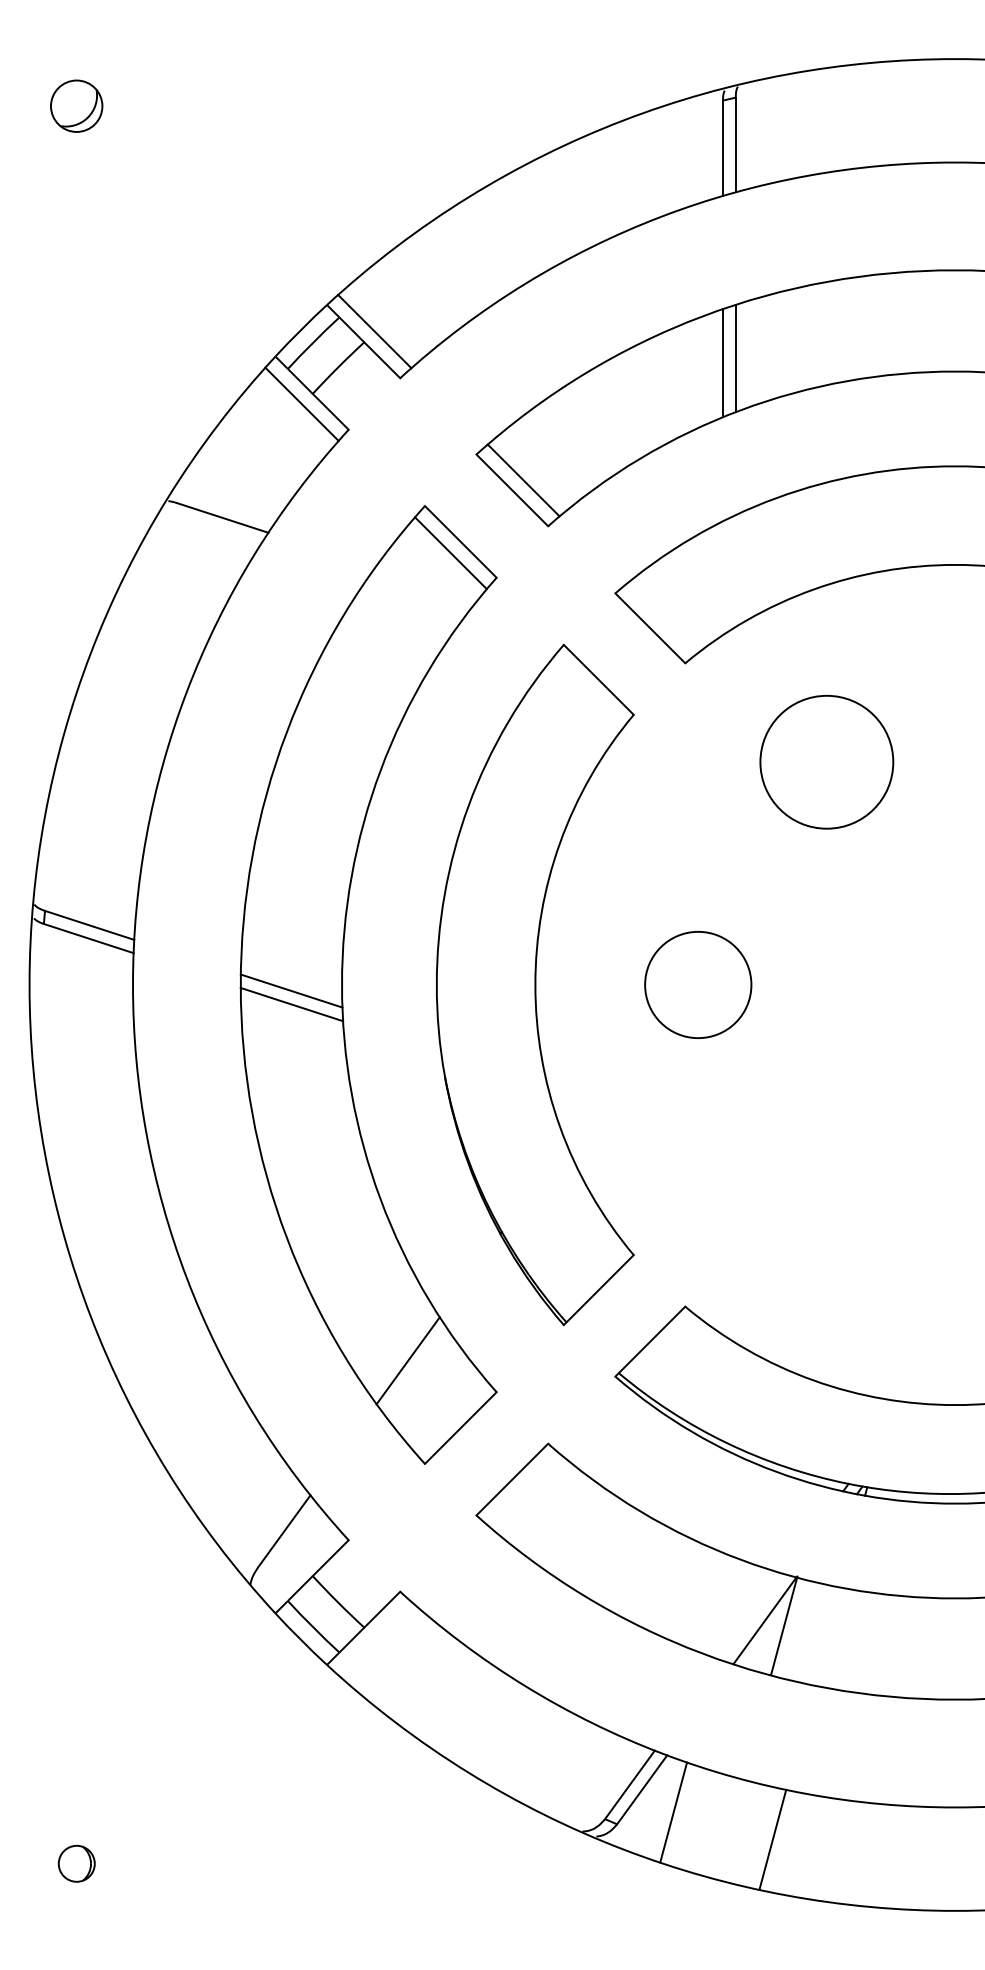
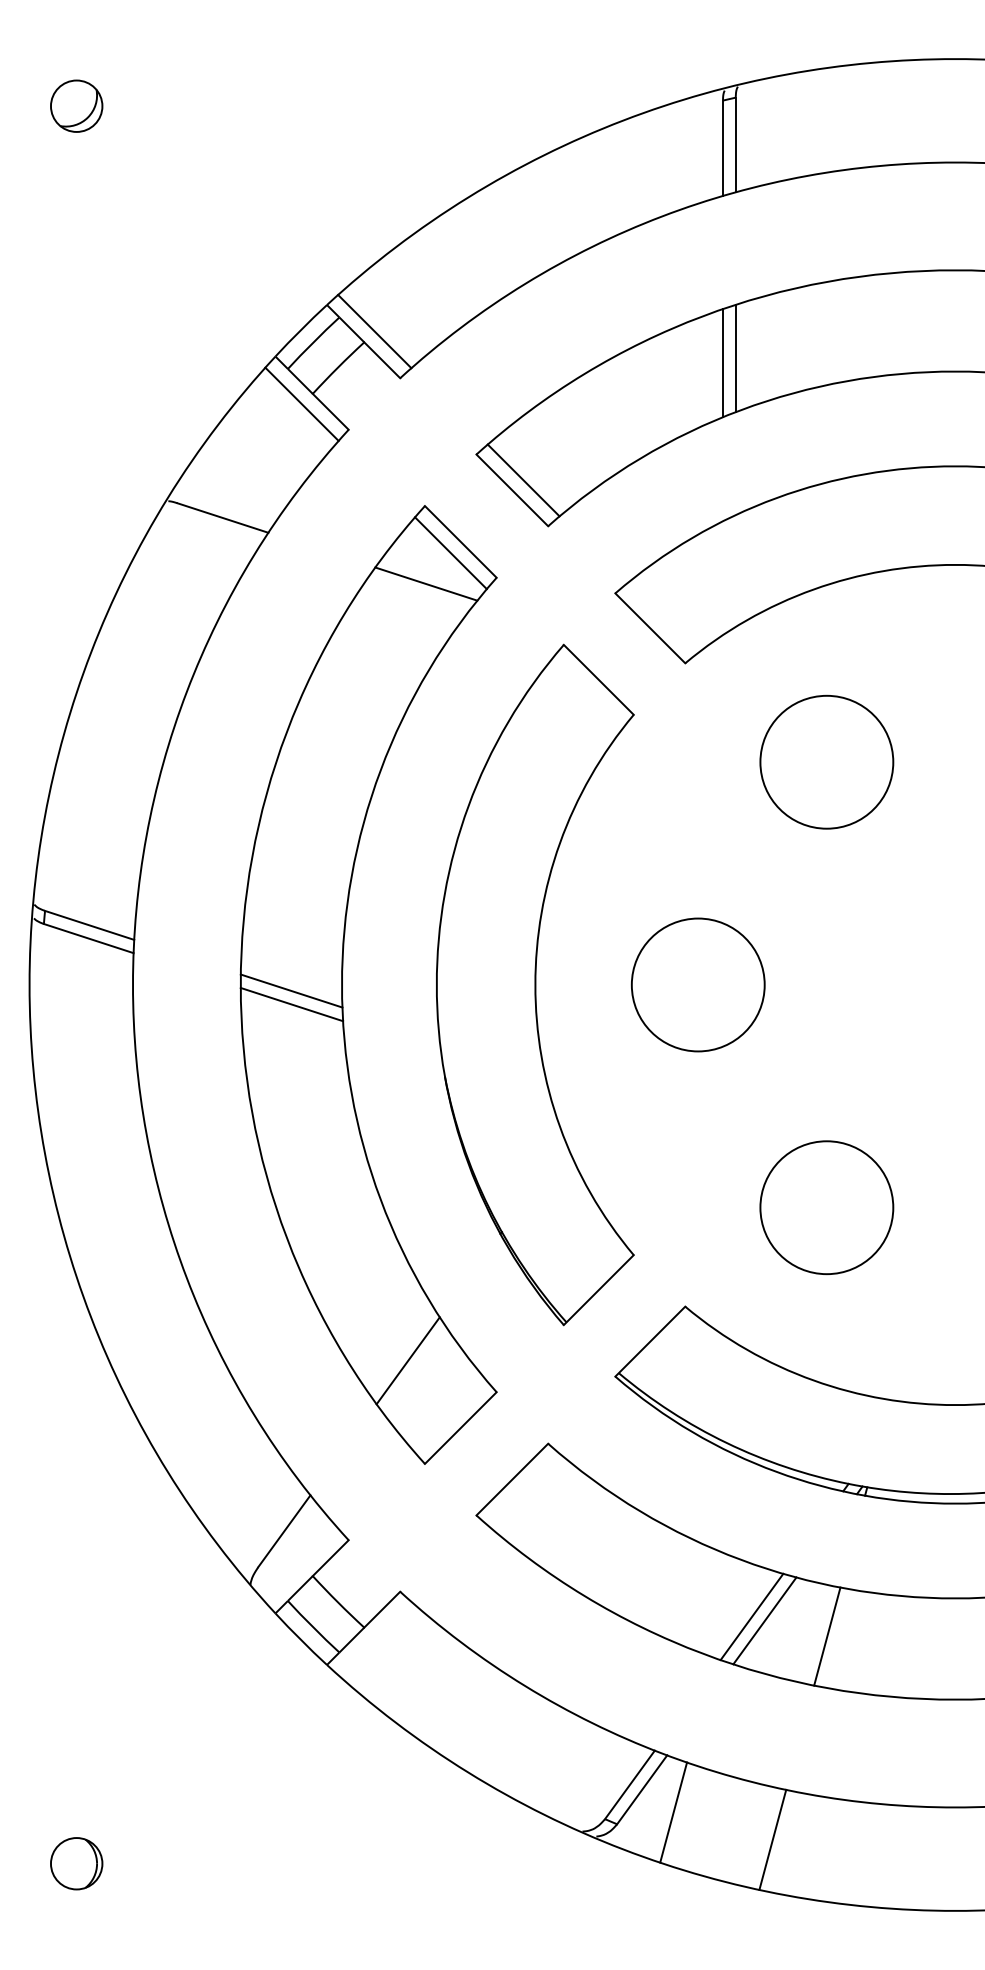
line at (426, 583): none -> present
circle at (698, 984) diameter: 106 px -> 133 px
circle at (826, 1207): none -> present
line at (751, 1616): none -> present
line at (784, 1625) position: (784, 1625) -> (827, 1636)
part at (76, 1863) size: 39x39 px -> 54x54 px
